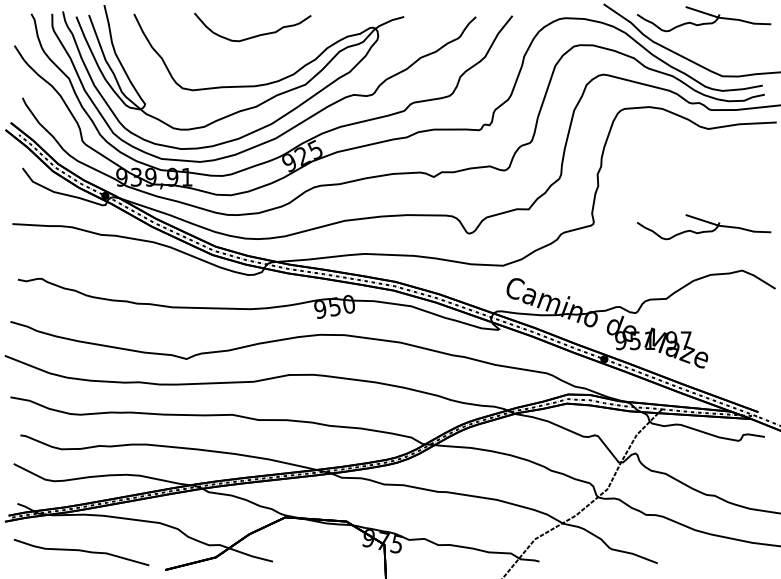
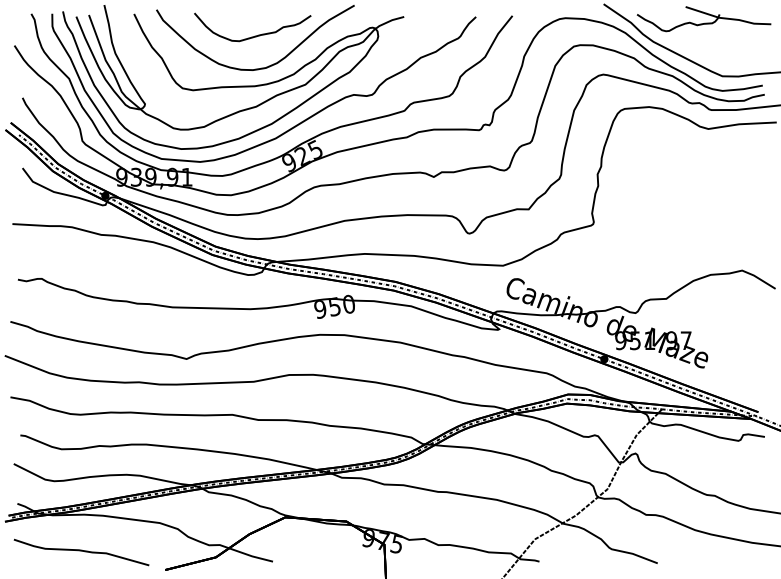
curve at (261, 67): none -> present
part at (703, 227): present -> none
